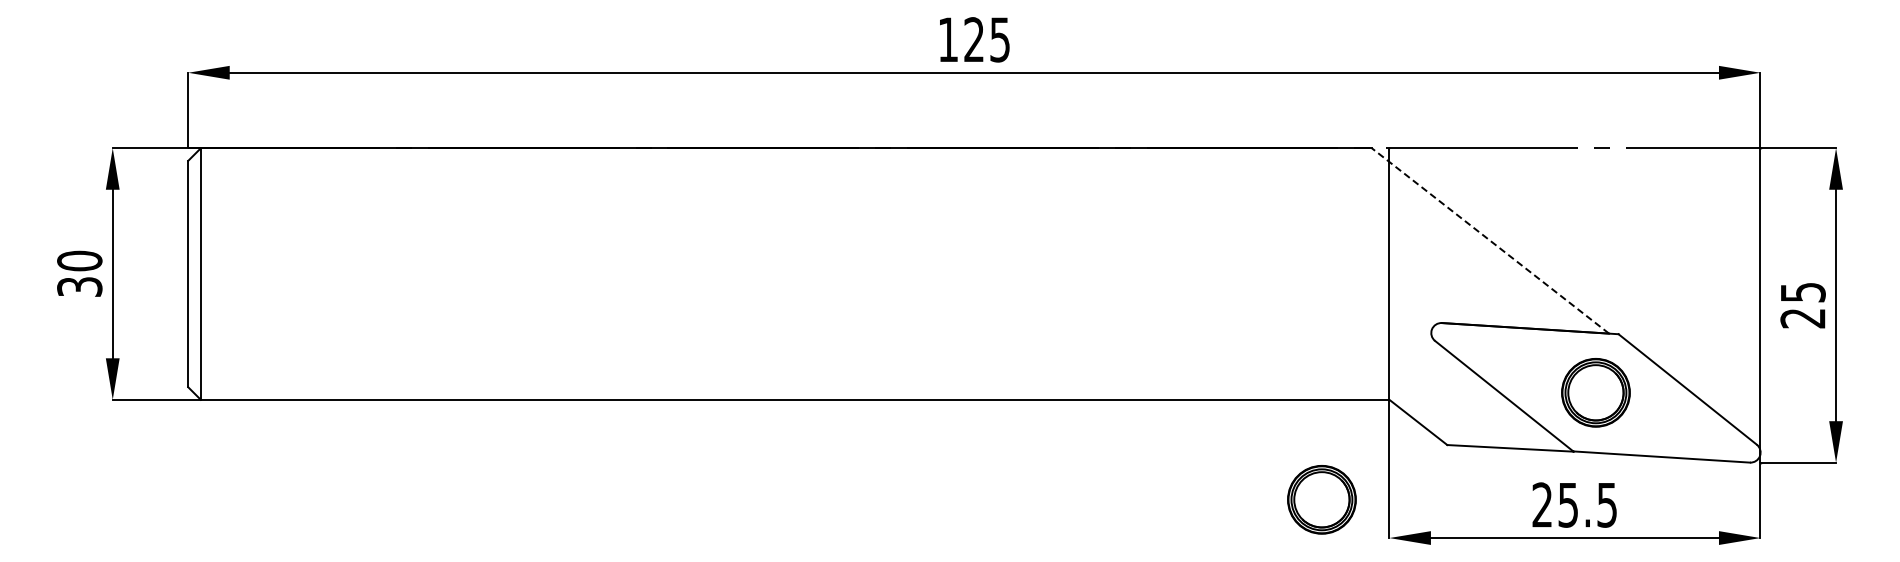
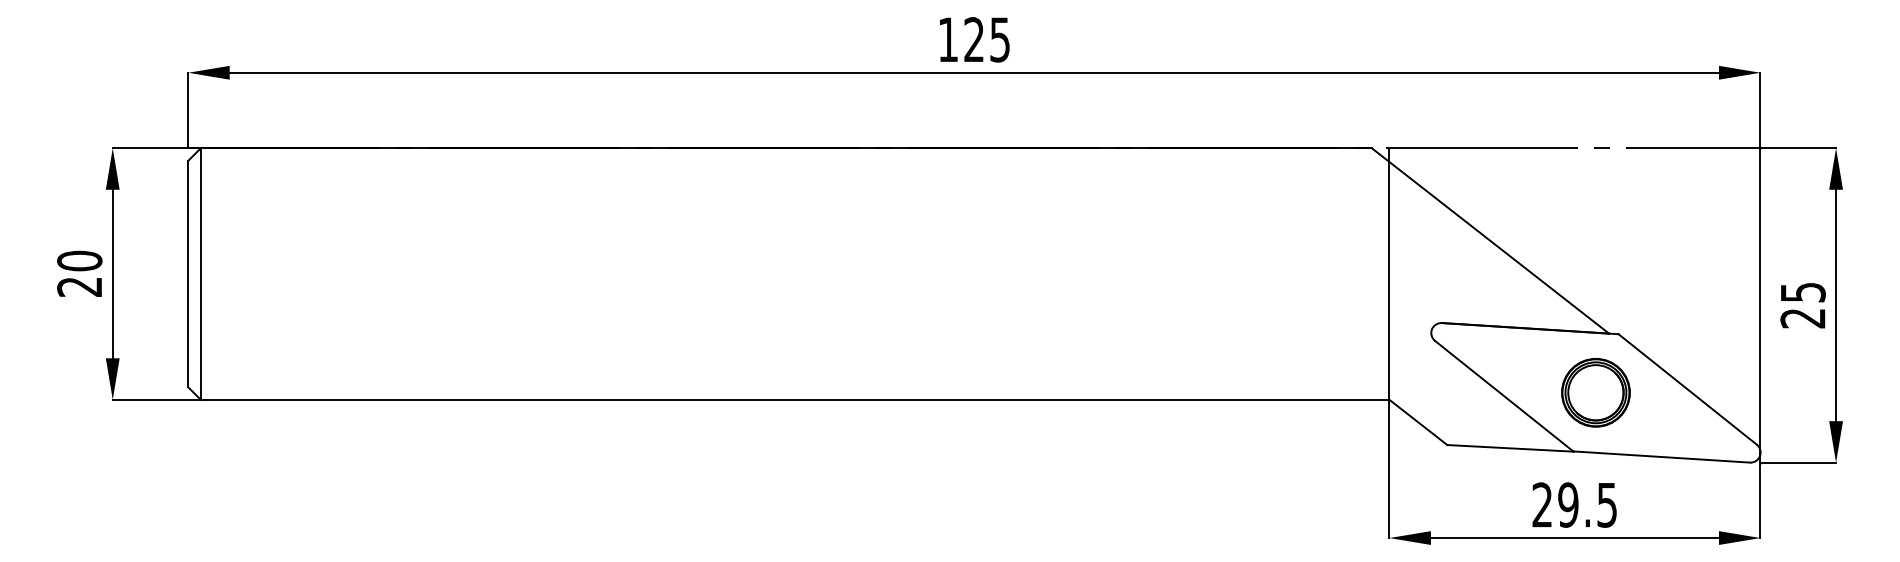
line at (1490, 240): dashed -> solid
text at (79, 286): 30 -> 20
part at (1321, 499): present -> none
text at (1568, 504): 25.5 -> 29.5
